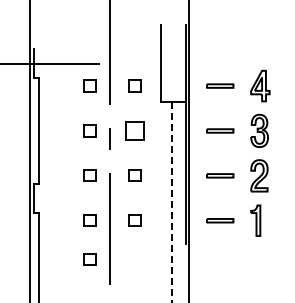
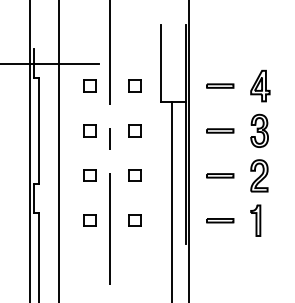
part at (134, 130) size: 20x20 px -> 14x14 px
line at (58, 150): none -> present
line at (171, 202): dashed -> solid
part at (89, 259): present -> none
